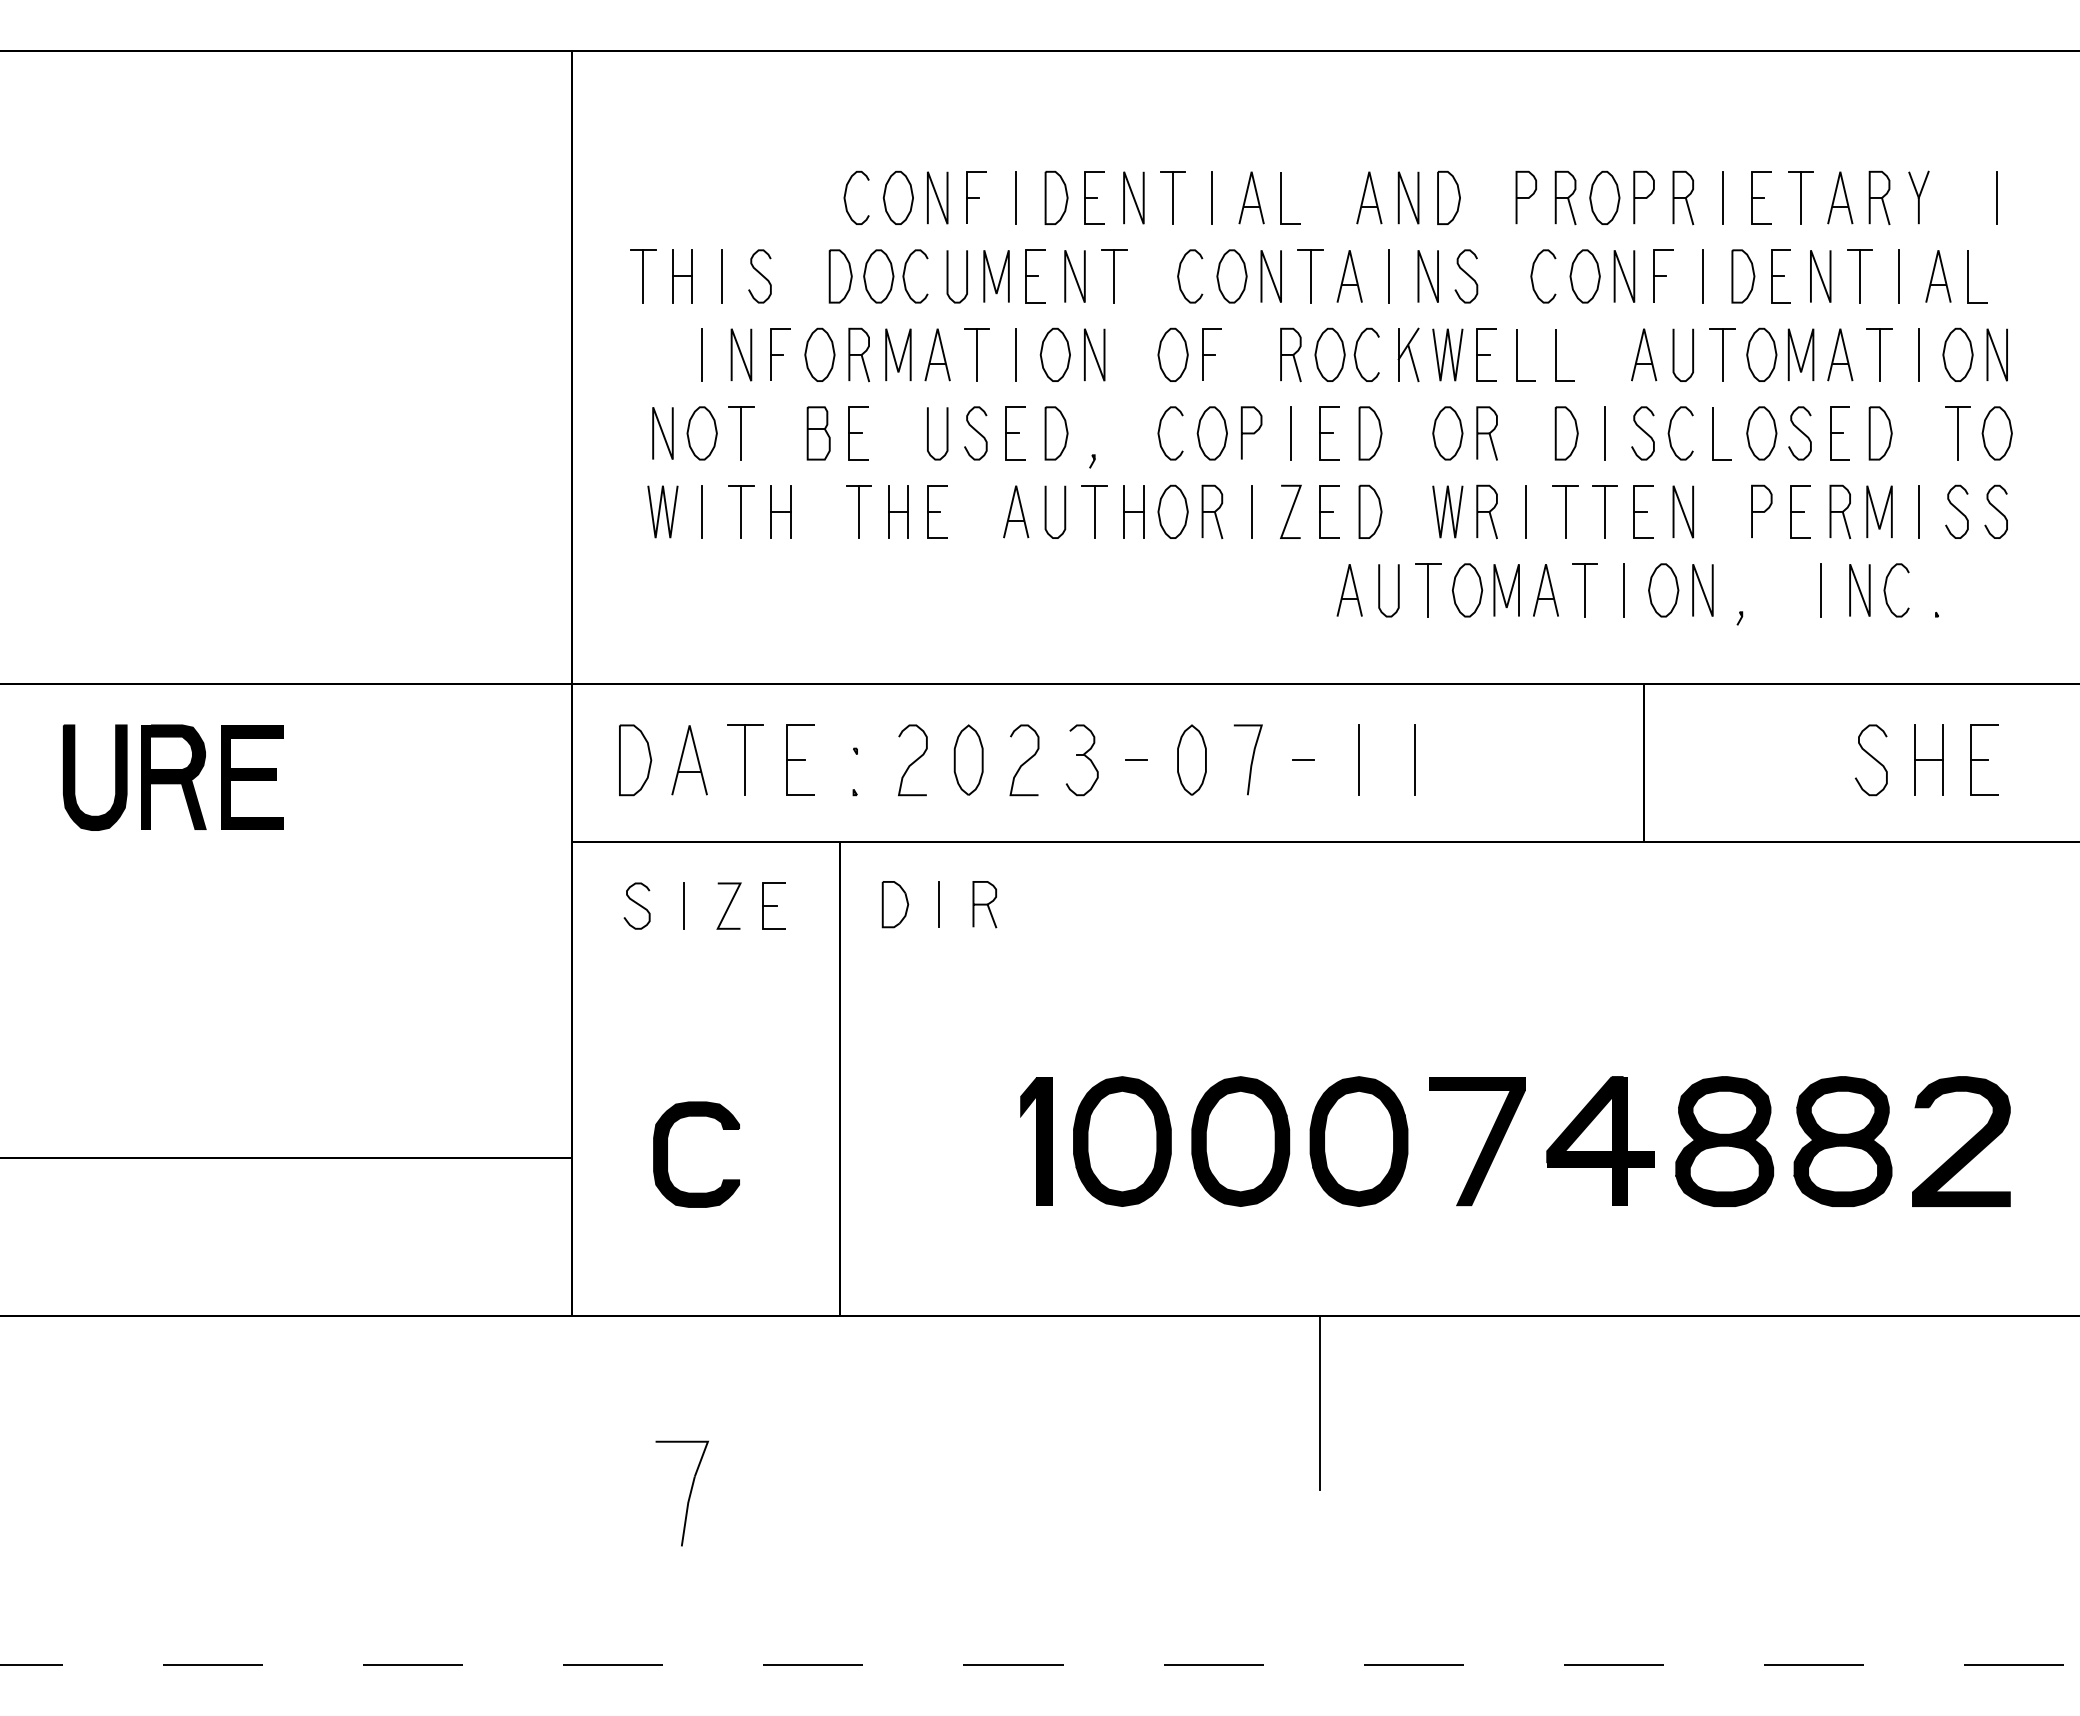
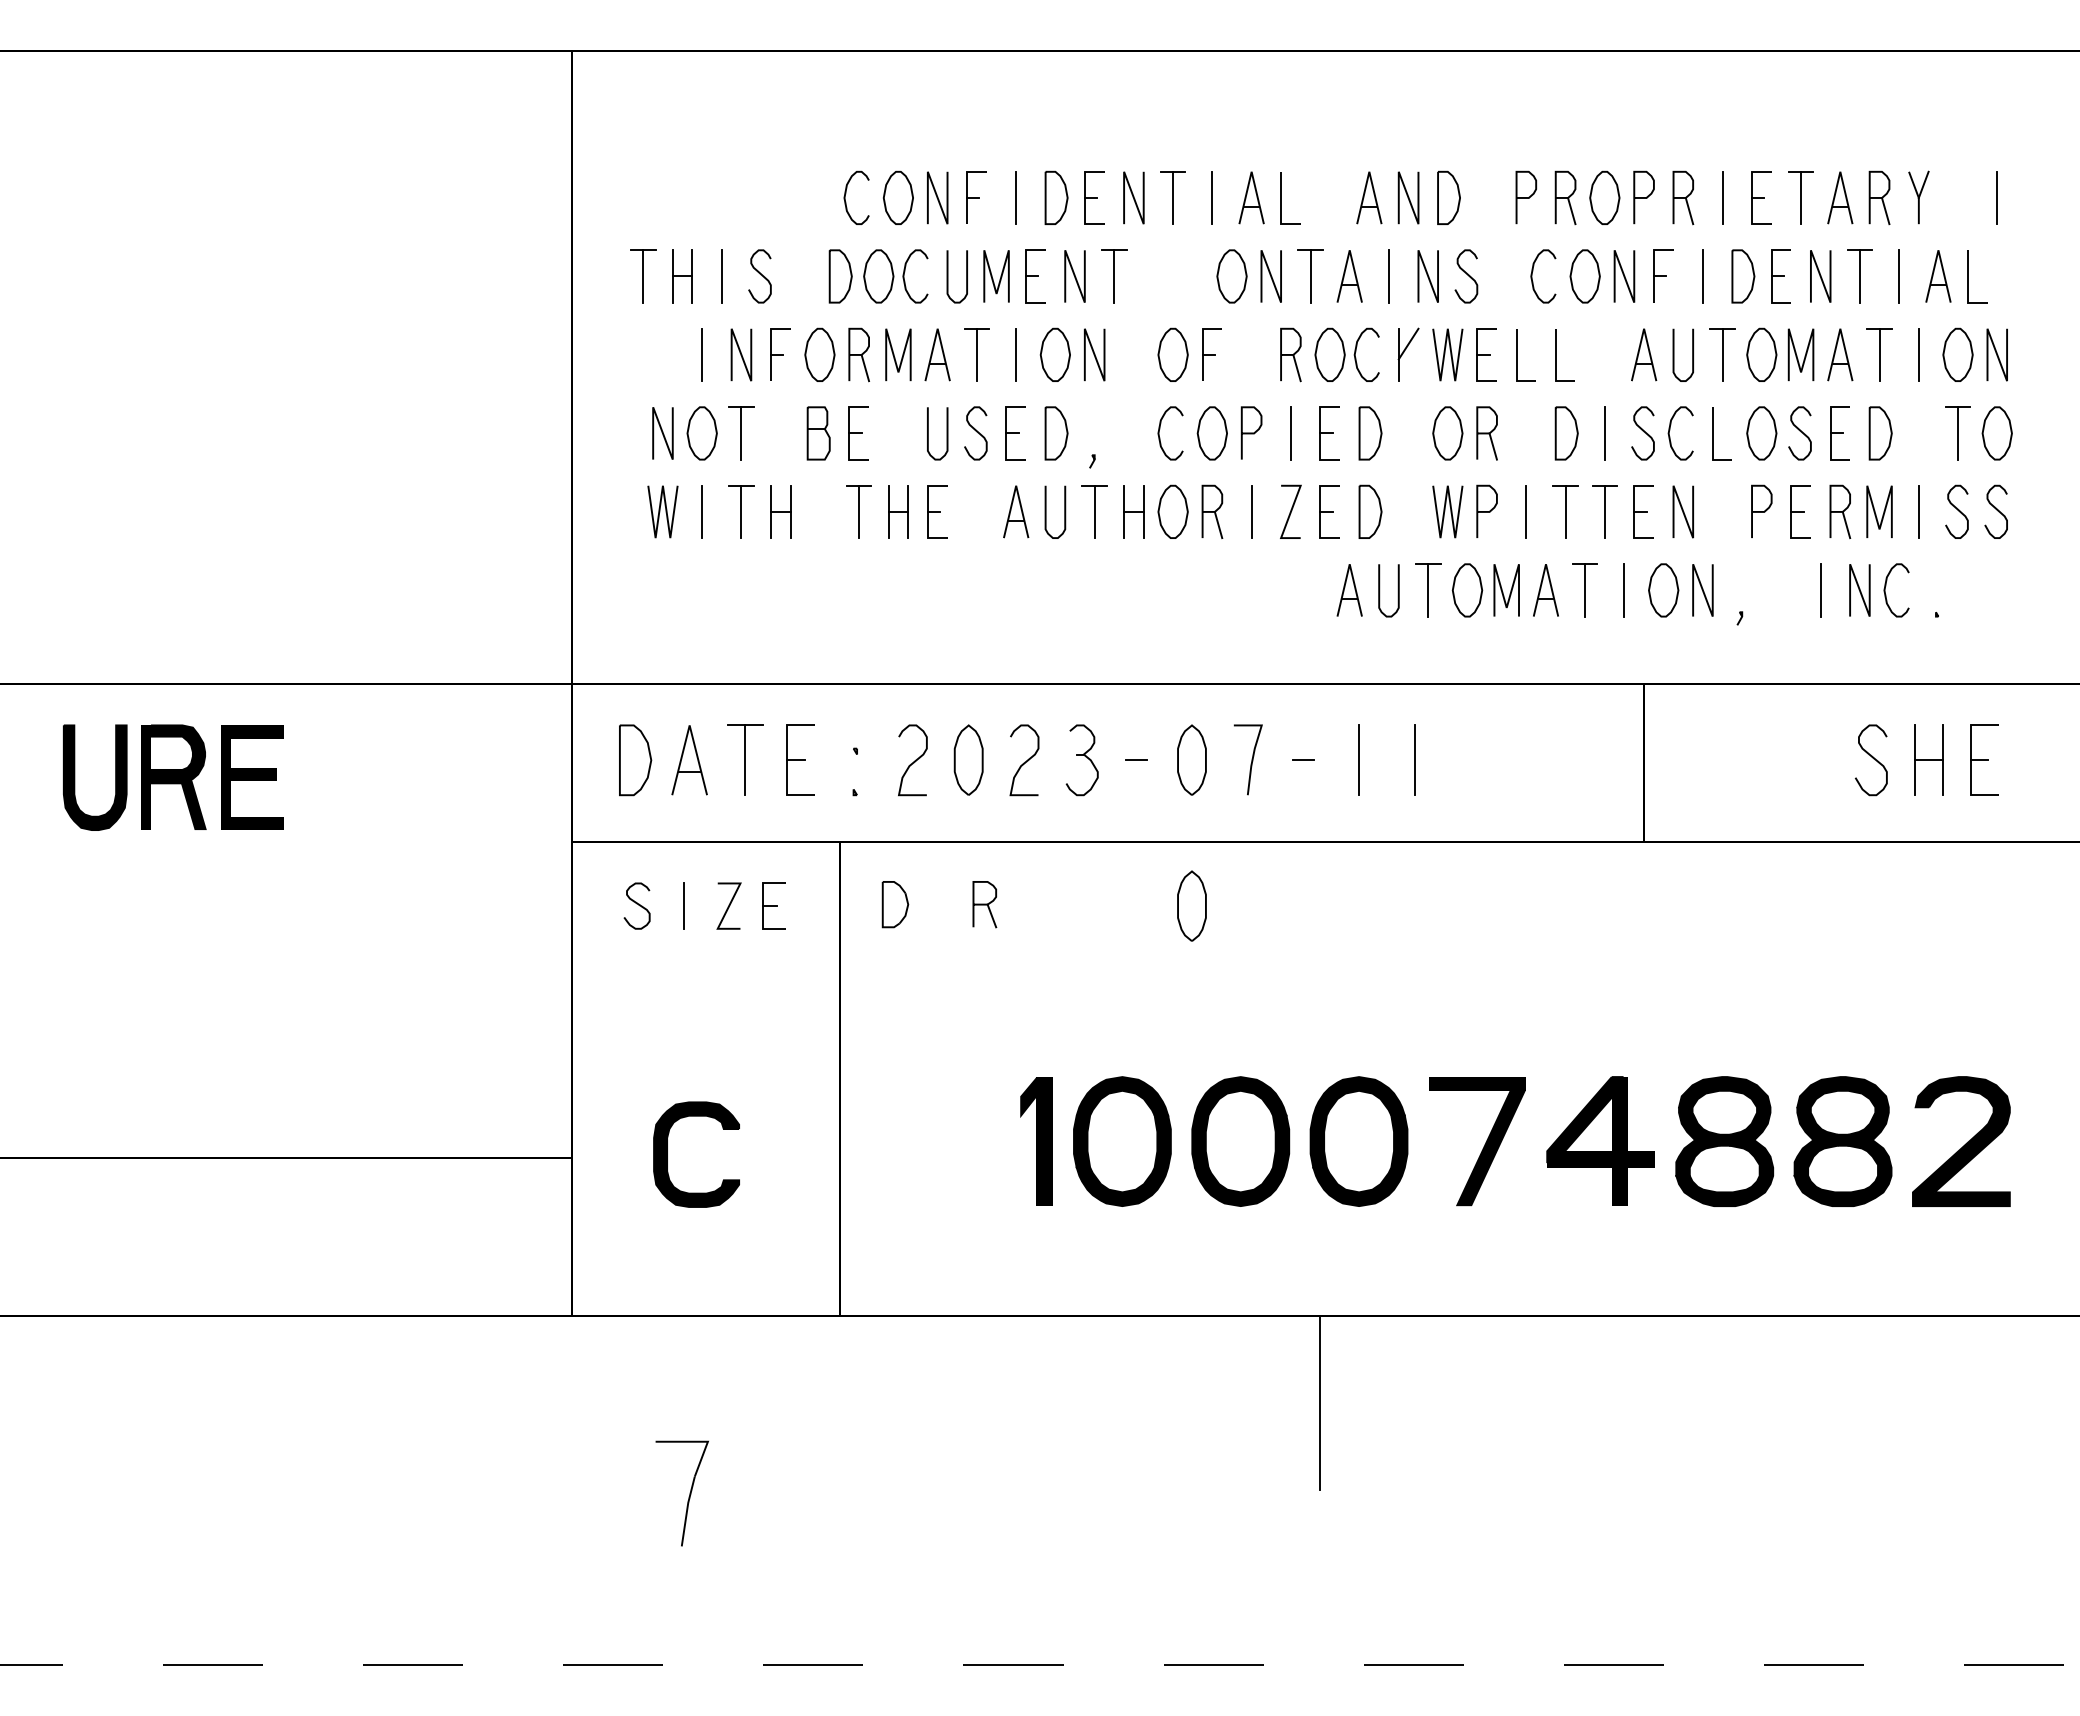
curve at (1179, 275): present -> none
line at (1413, 363): present -> none
line at (1492, 524): present -> none
line at (939, 904): present -> none
part at (1191, 905): none -> present
